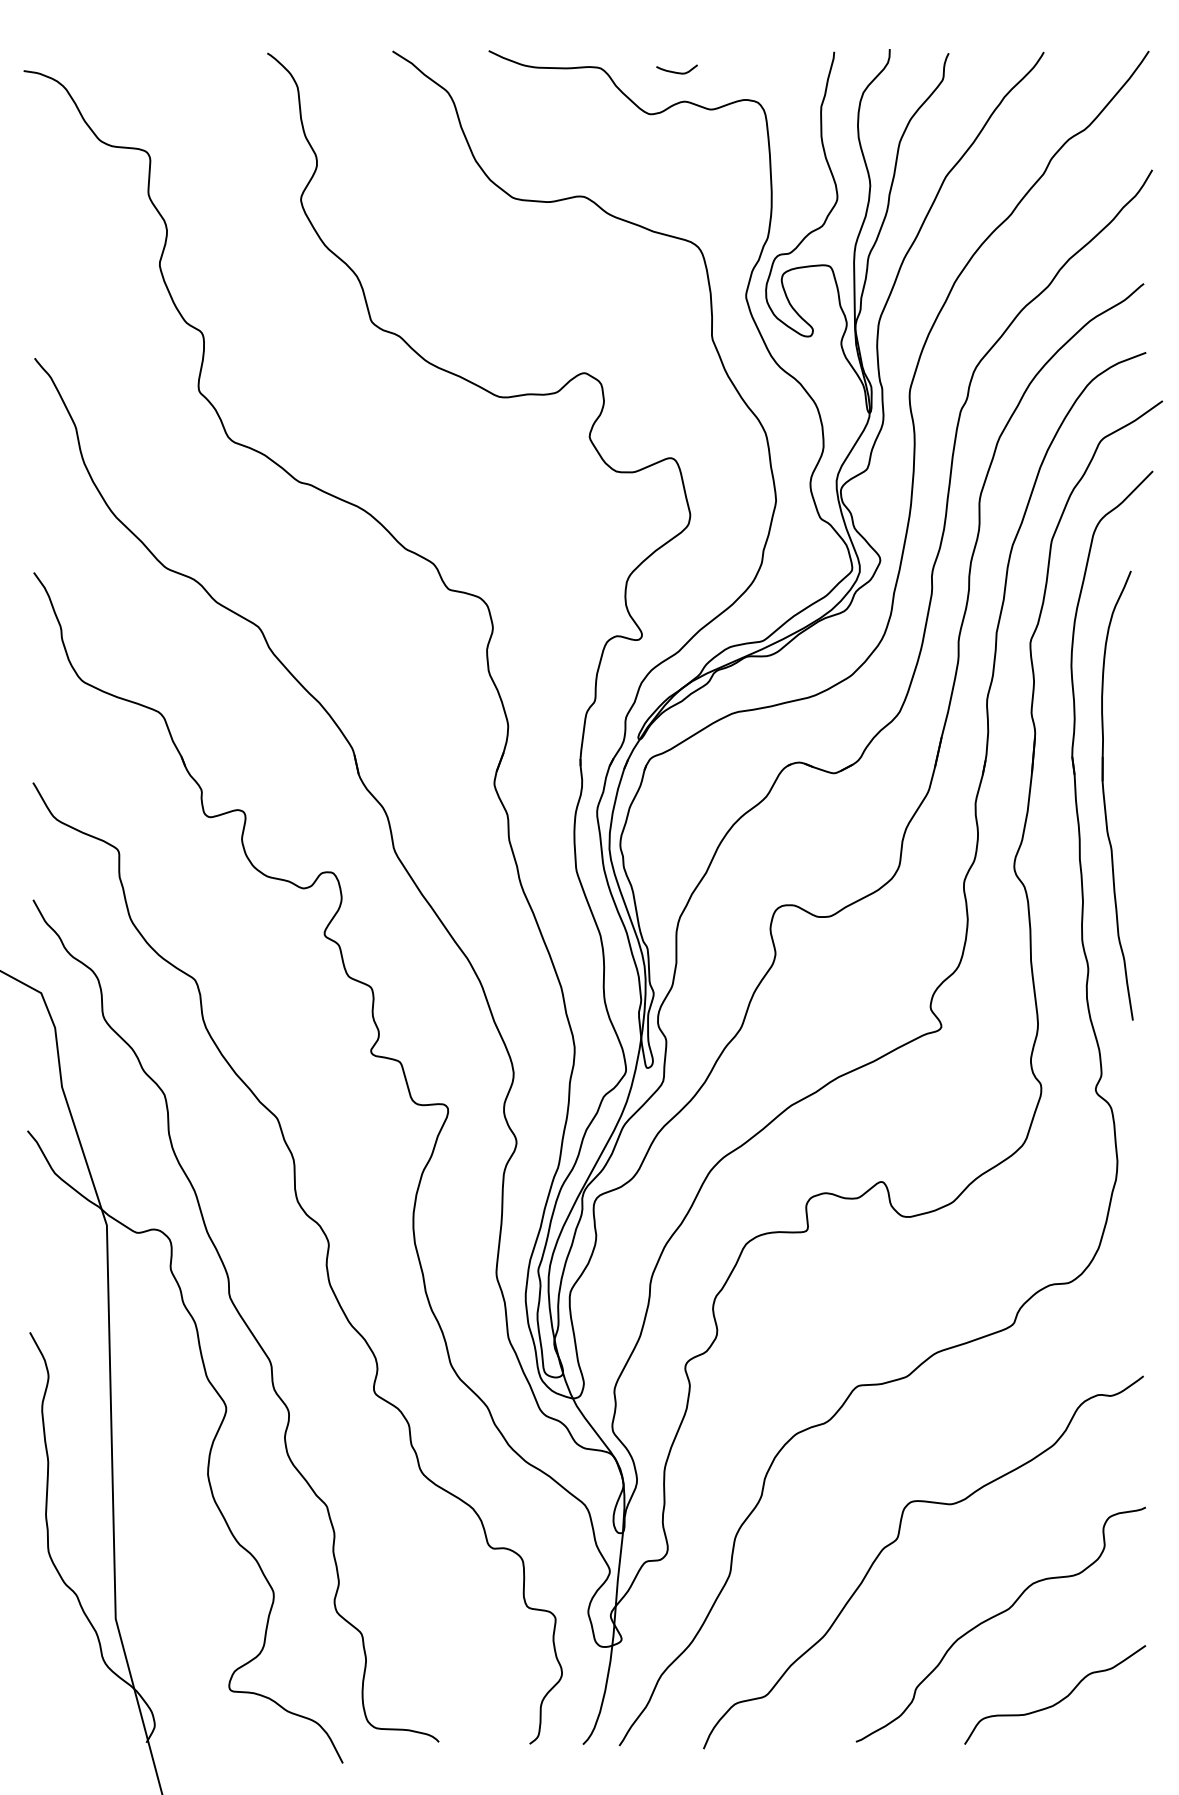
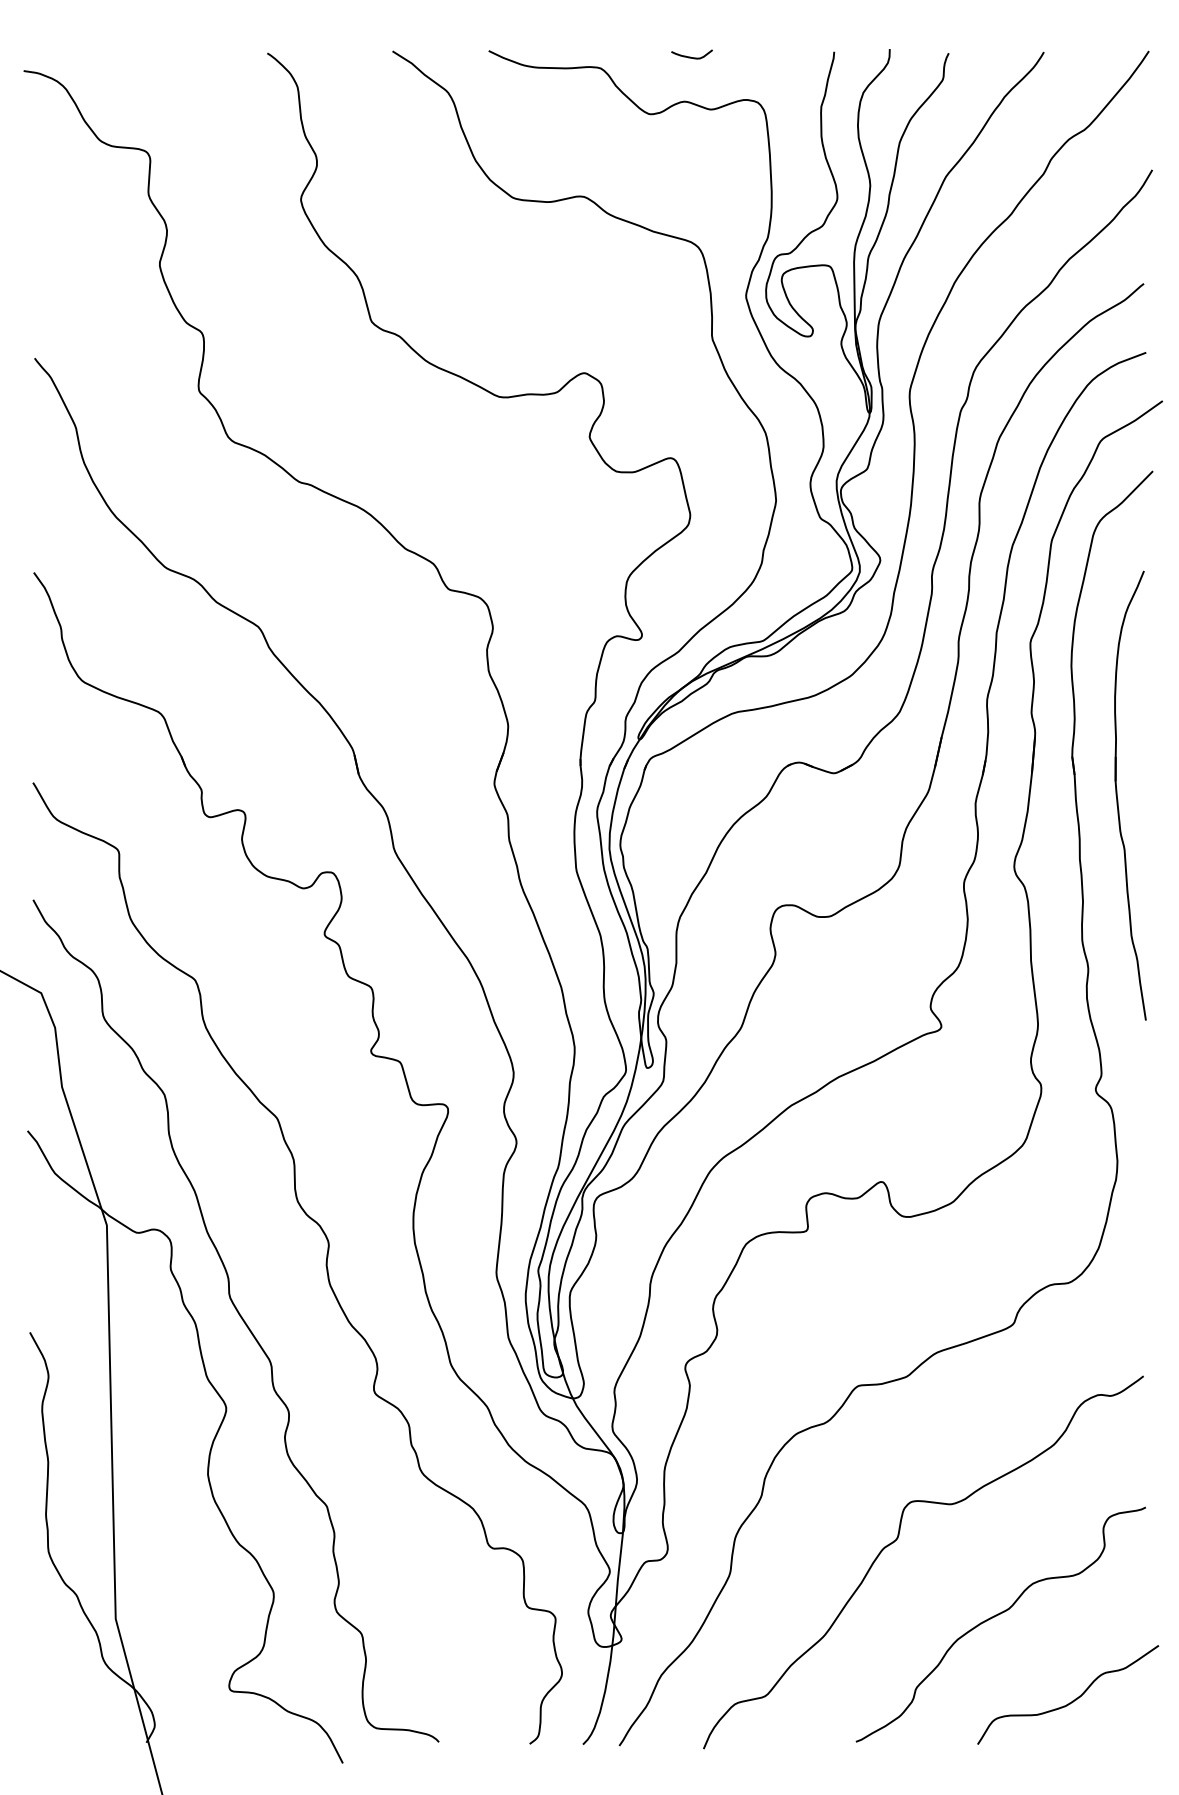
curve at (675, 71) position: (675, 71) -> (690, 56)
part at (1105, 799) position: (1105, 799) -> (1118, 799)
curve at (1059, 1700) position: (1059, 1700) -> (1072, 1700)
